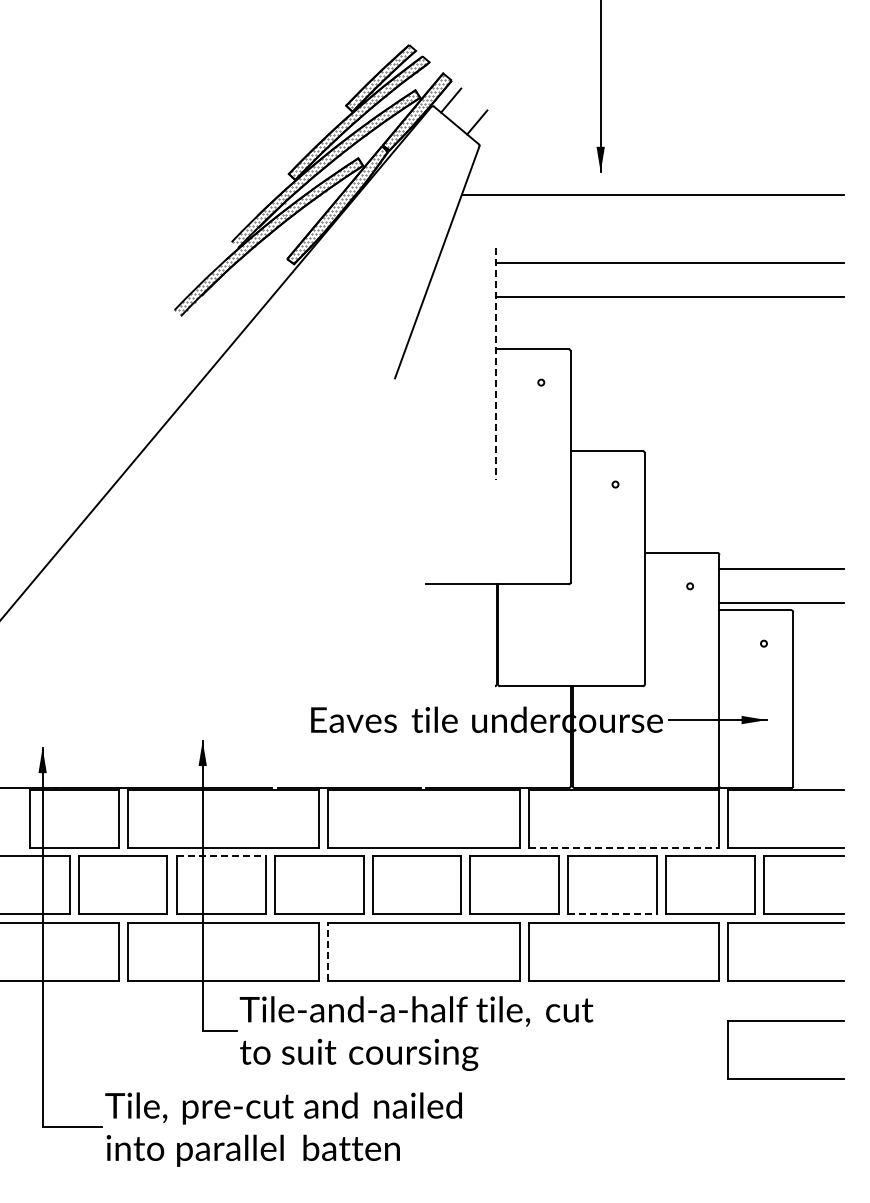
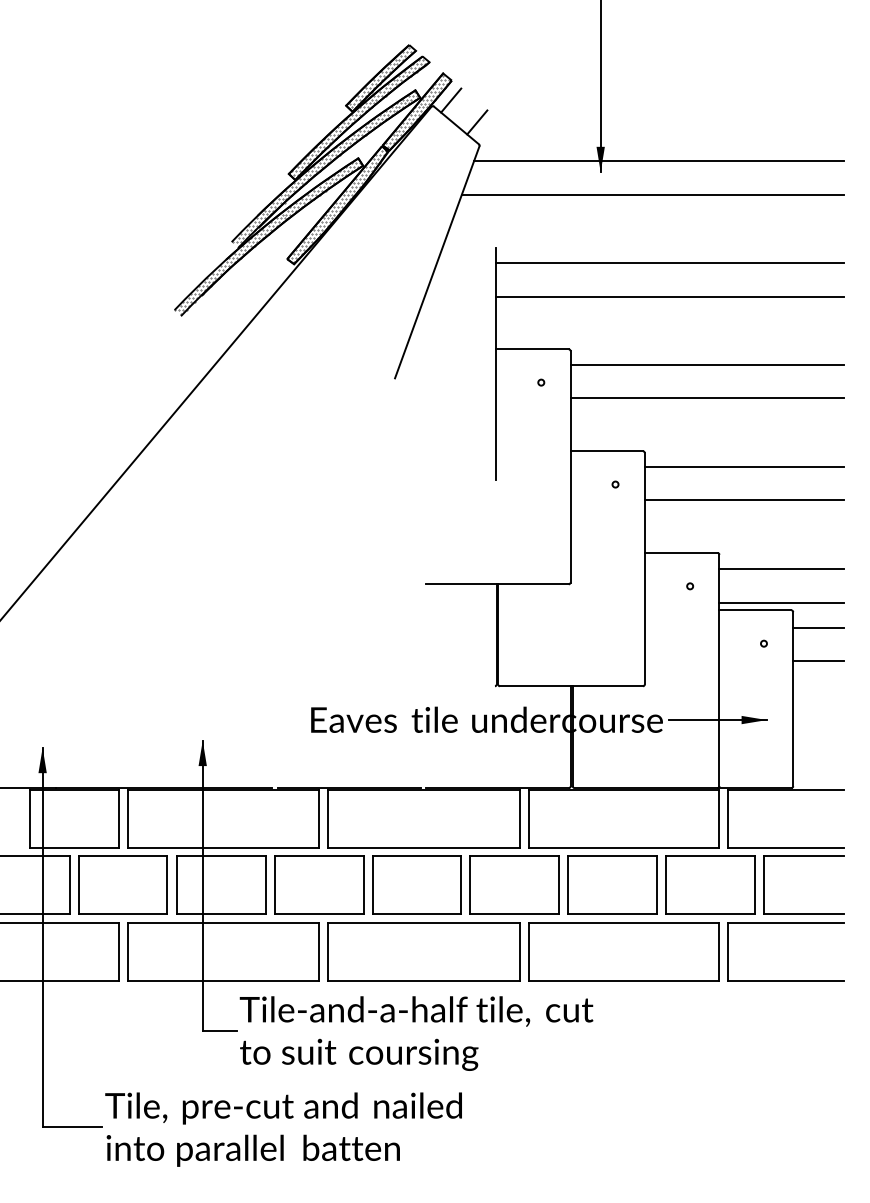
line at (658, 161): none -> present
line at (495, 364): dashed -> solid
line at (706, 364): none -> present
line at (706, 398): none -> present
line at (743, 466): none -> present
line at (743, 500): none -> present
line at (818, 627): none -> present
line at (818, 660): none -> present
line at (624, 847): dashed -> solid
line at (221, 855): dashed -> solid
line at (612, 913): dashed -> solid
line at (328, 951): dashed -> solid
part at (785, 1021): present -> none
